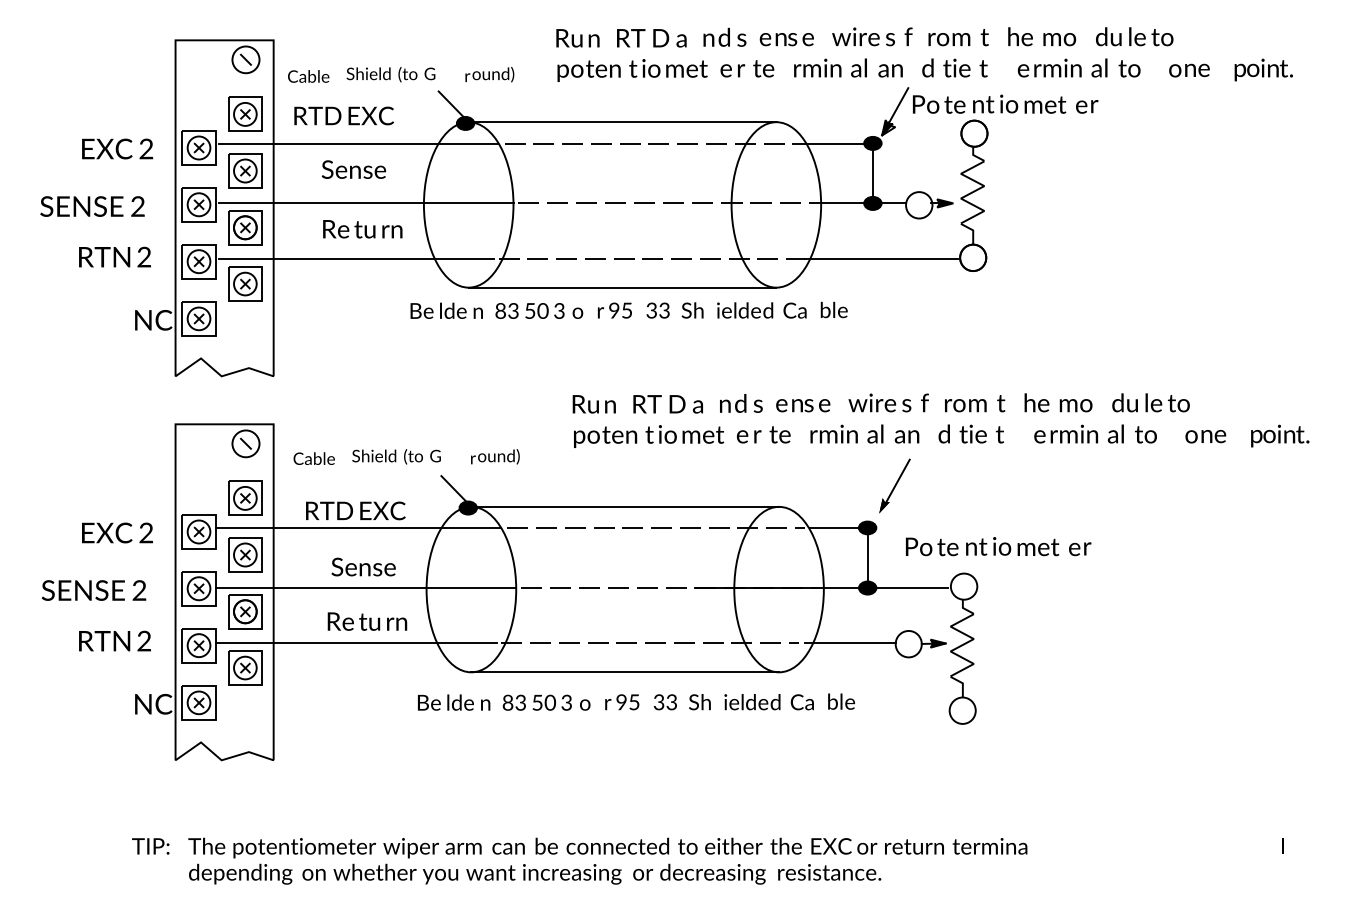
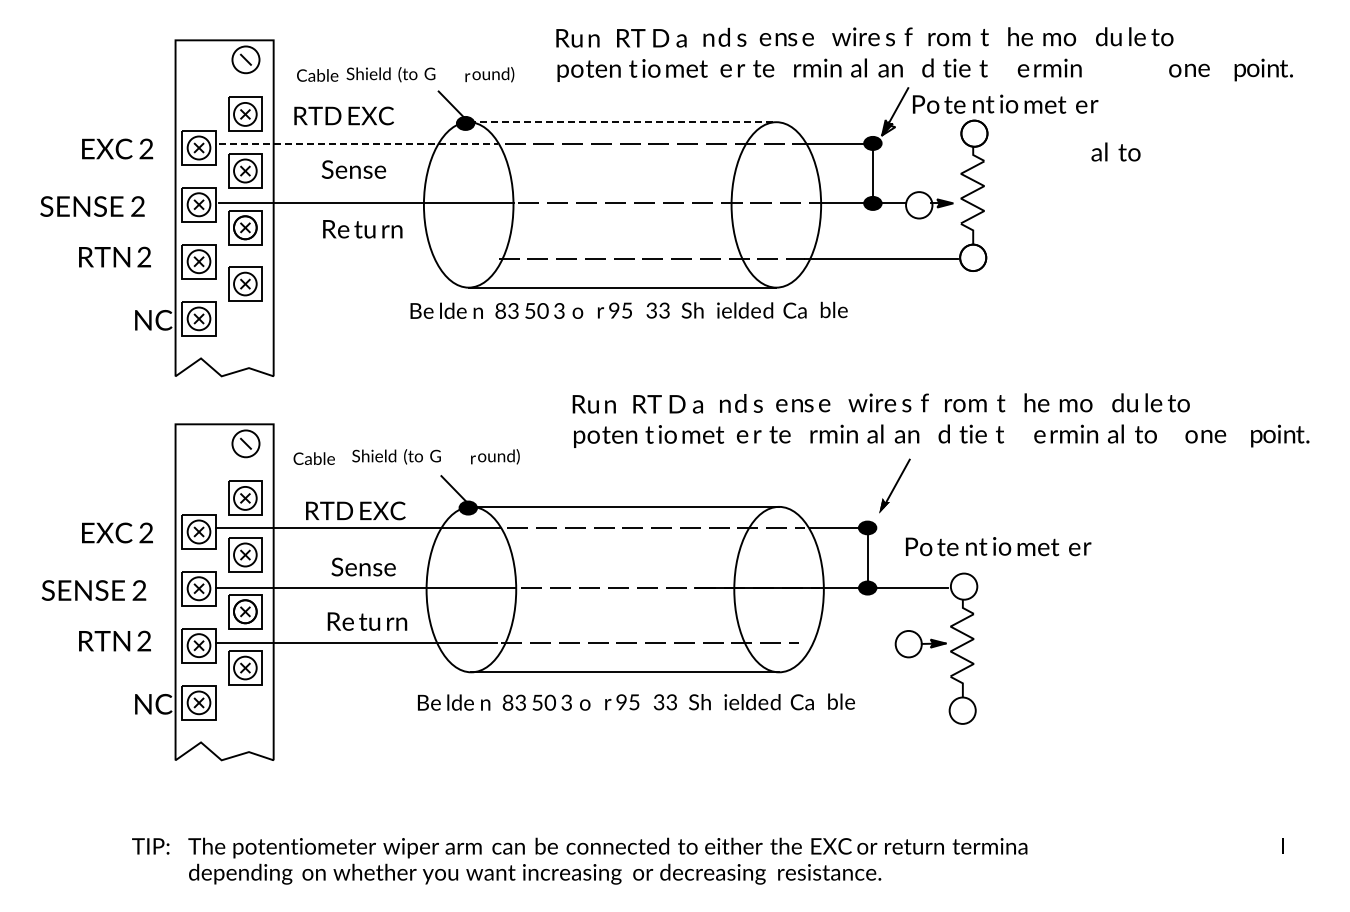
text at (1115, 67) position: (1115, 67) -> (1115, 151)
text at (308, 76) position: (308, 76) -> (317, 75)
line at (617, 121): solid -> dashed
line at (358, 143): solid -> dashed
line at (356, 258): present -> none
line at (849, 643): present -> none
